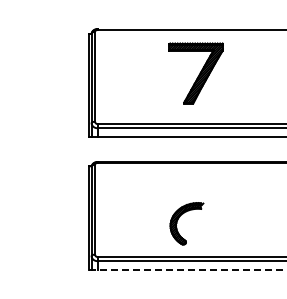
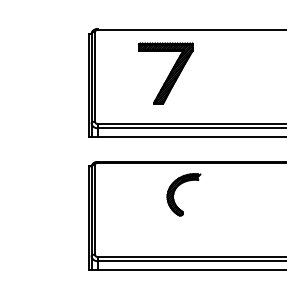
part at (195, 73) position: (195, 73) -> (165, 73)
part at (178, 220) position: (178, 220) -> (175, 191)
line at (187, 269): dashed -> solid
